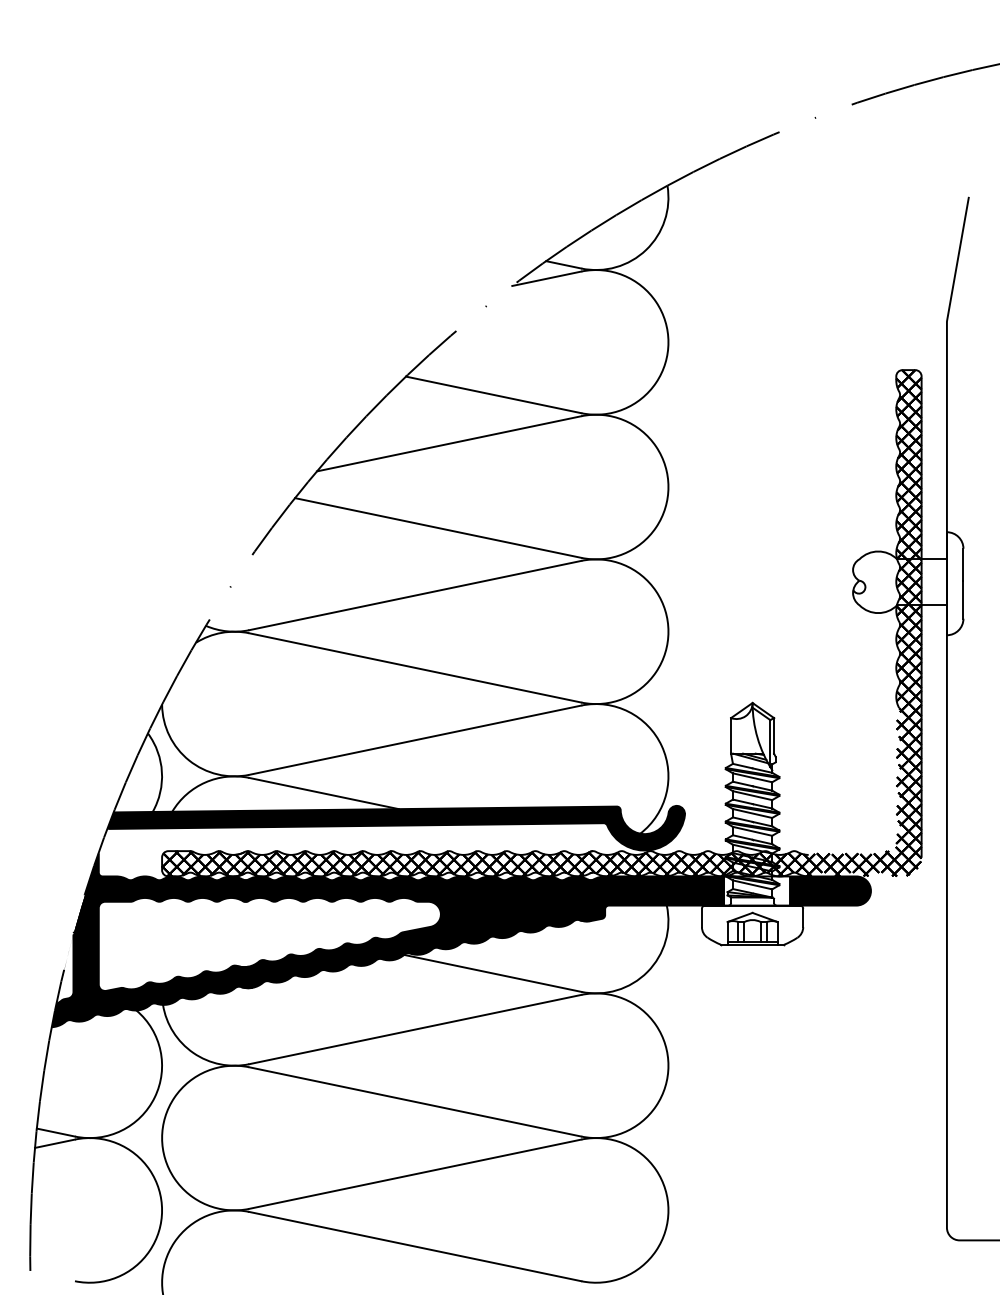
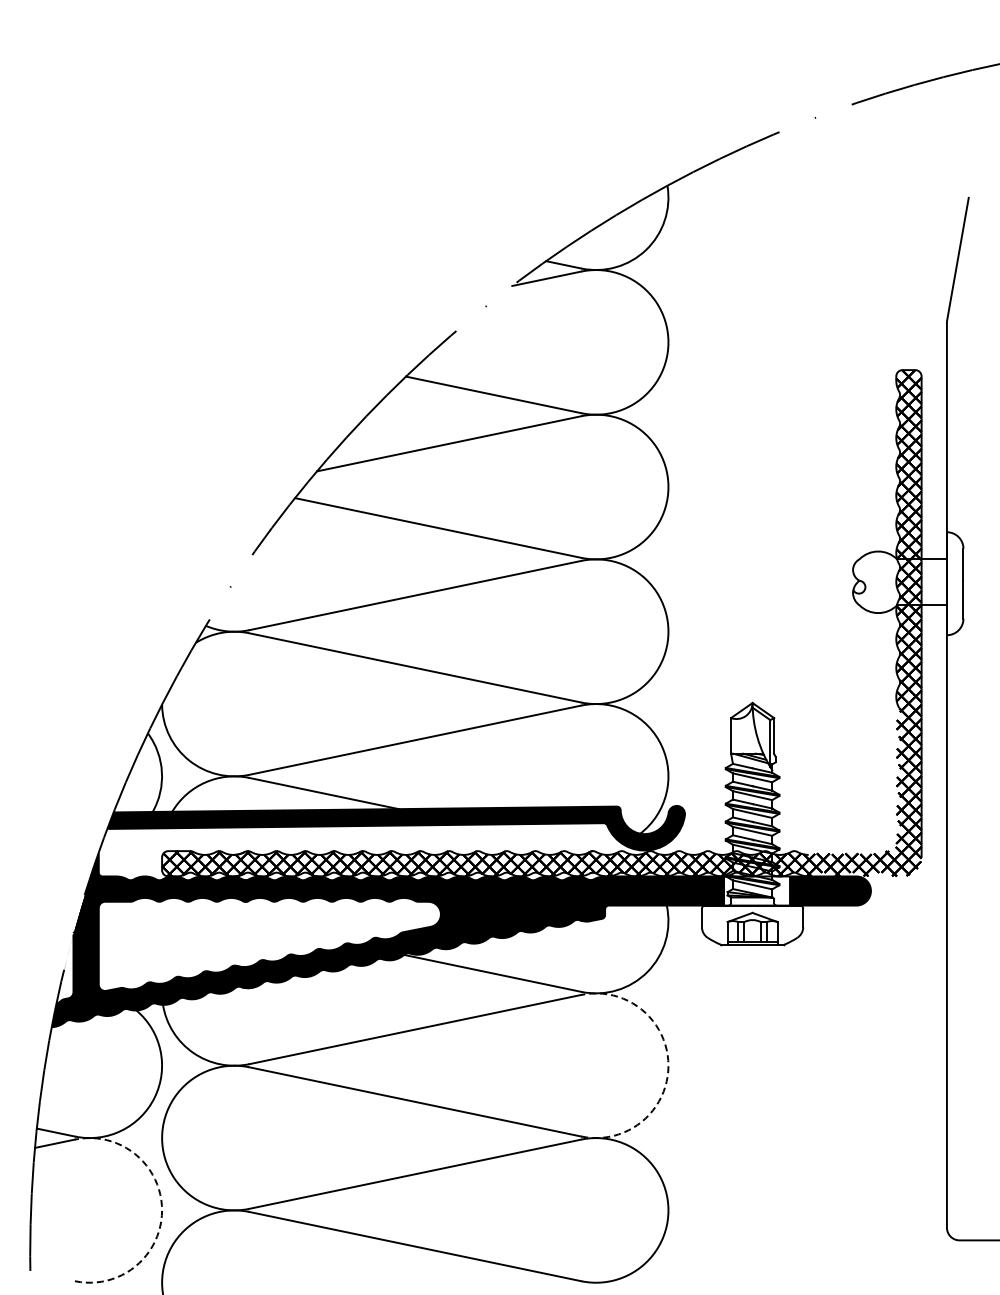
arc at (668, 1065): solid -> dashed
arc at (162, 1210): solid -> dashed
